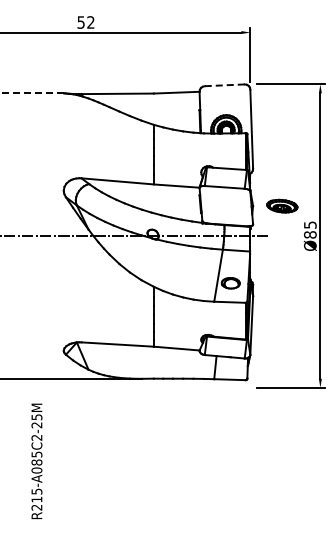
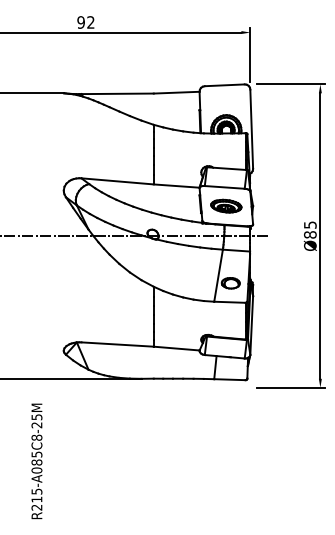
text at (80, 22): 52 -> 92
line at (224, 85): dashed -> solid
line at (32, 93): dashed -> solid
part at (282, 205) position: (282, 205) -> (226, 205)
text at (36, 437): R215-A085C2-25M -> R215-A085C8-25M
